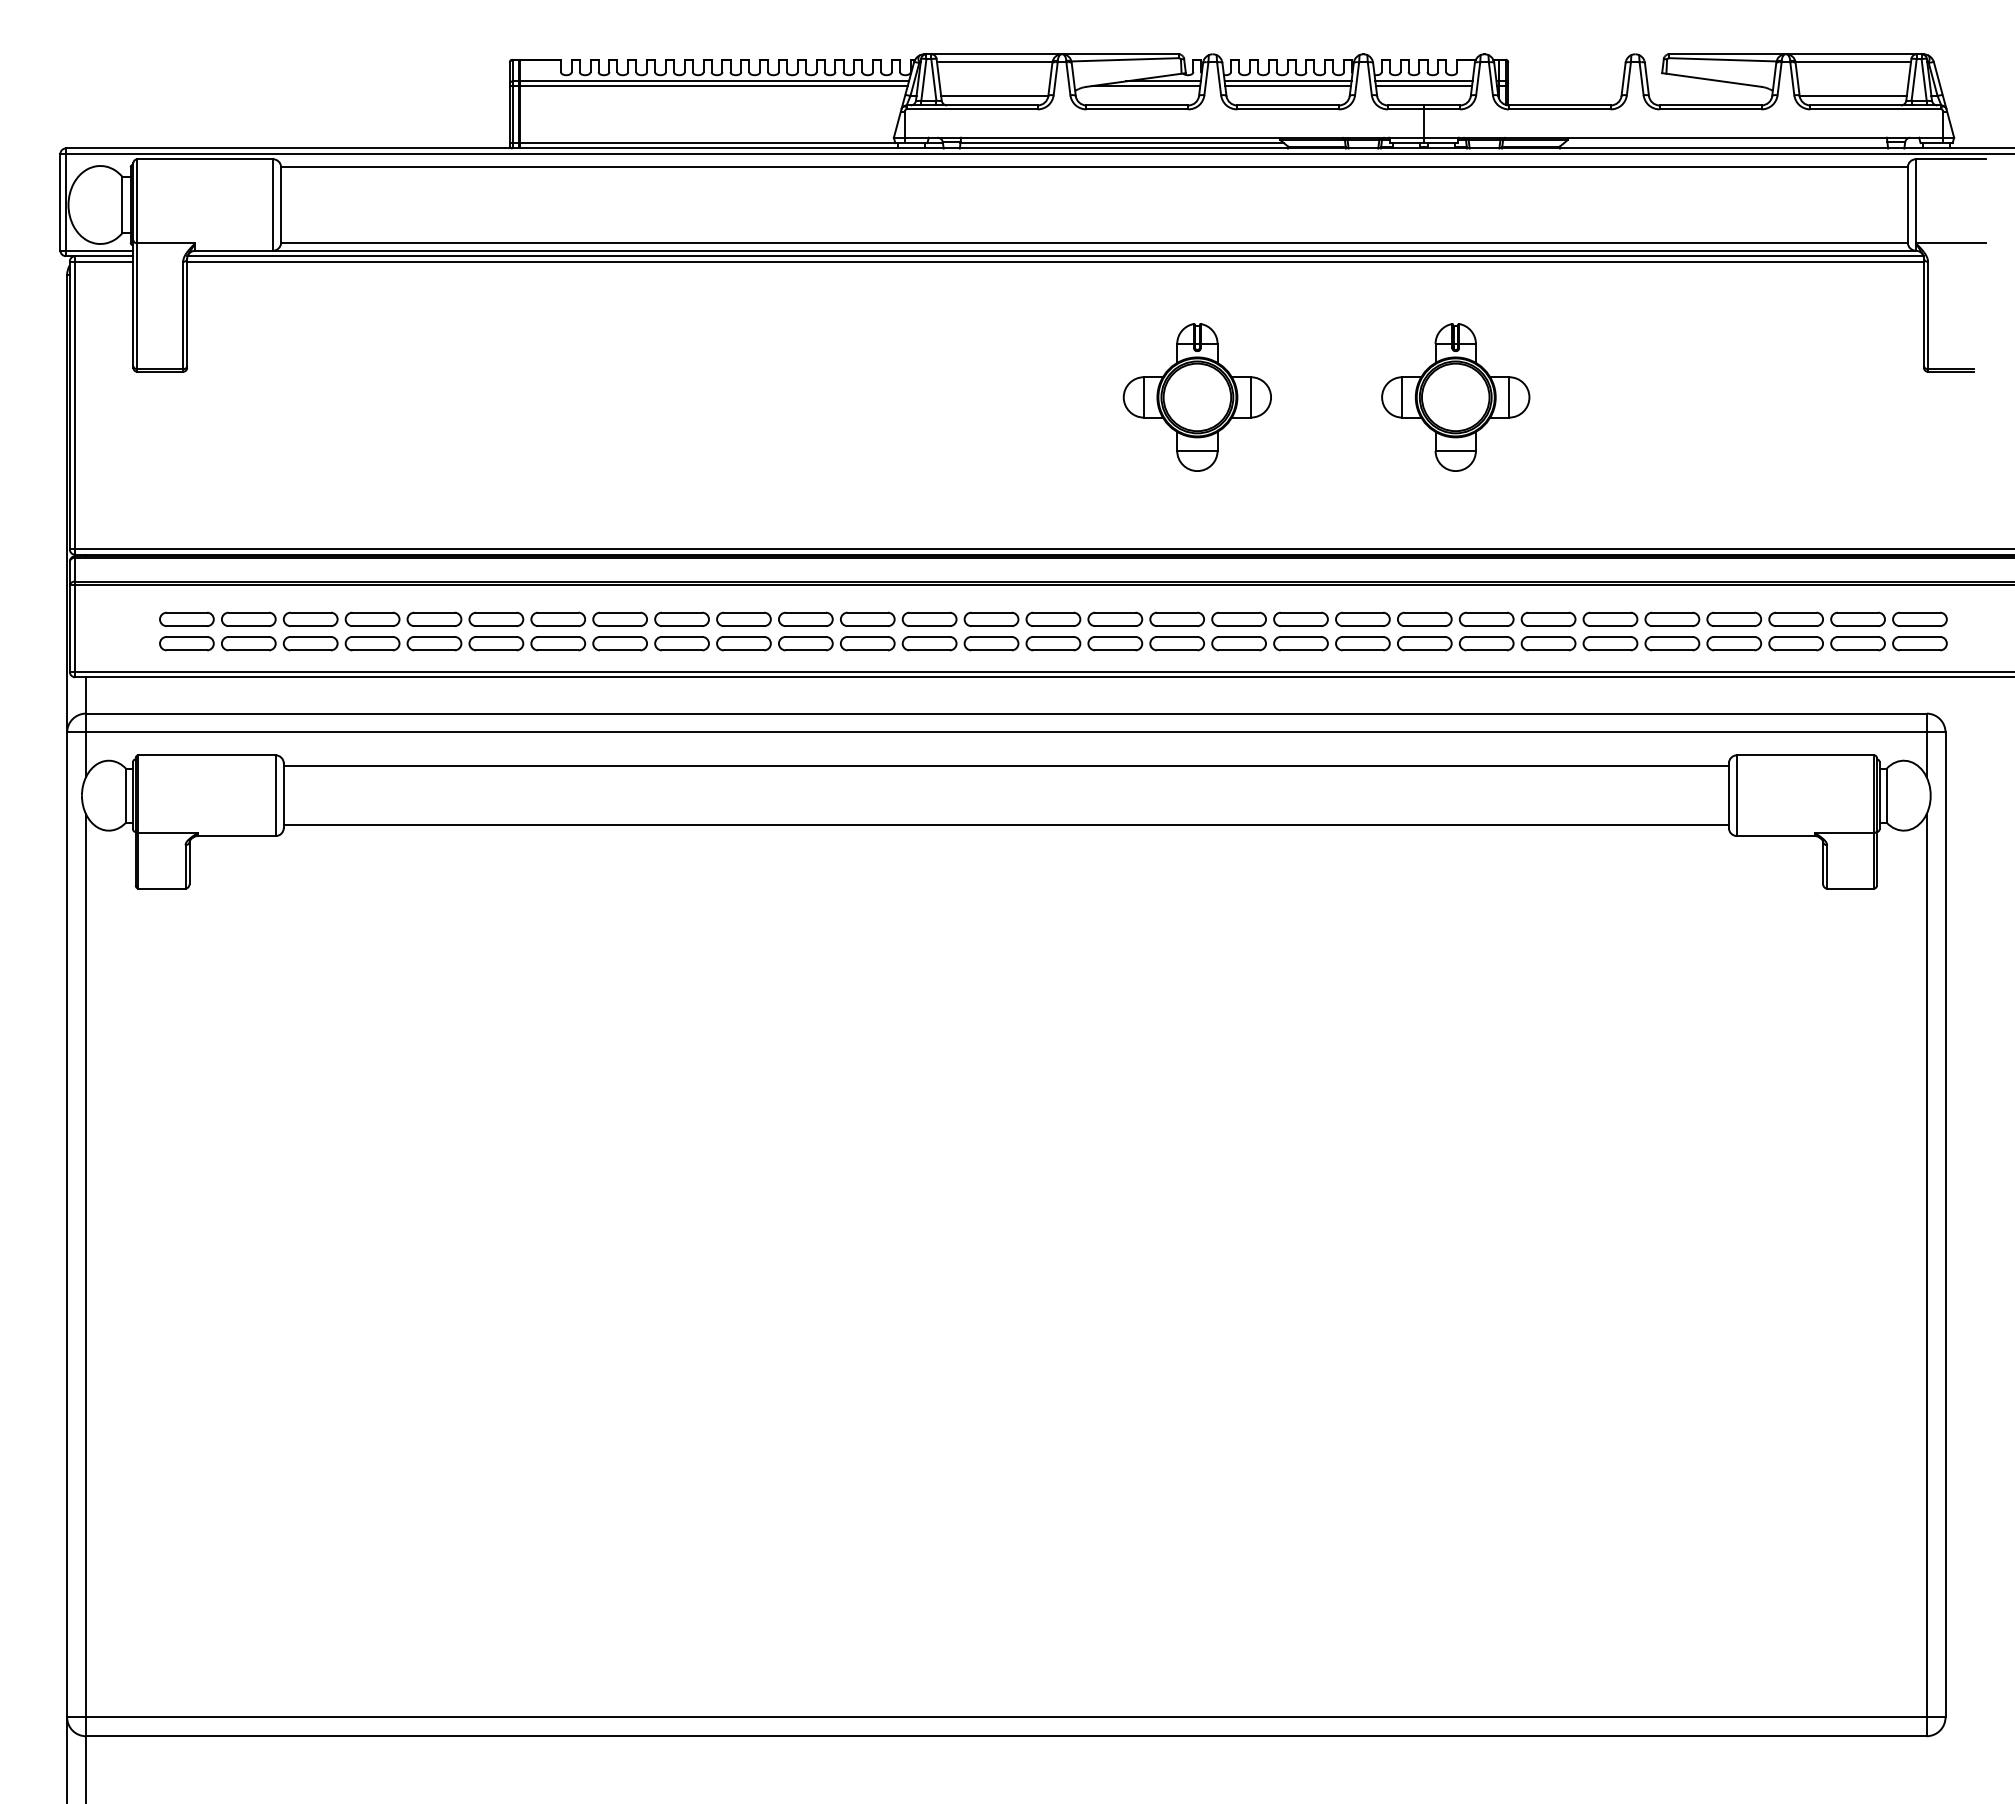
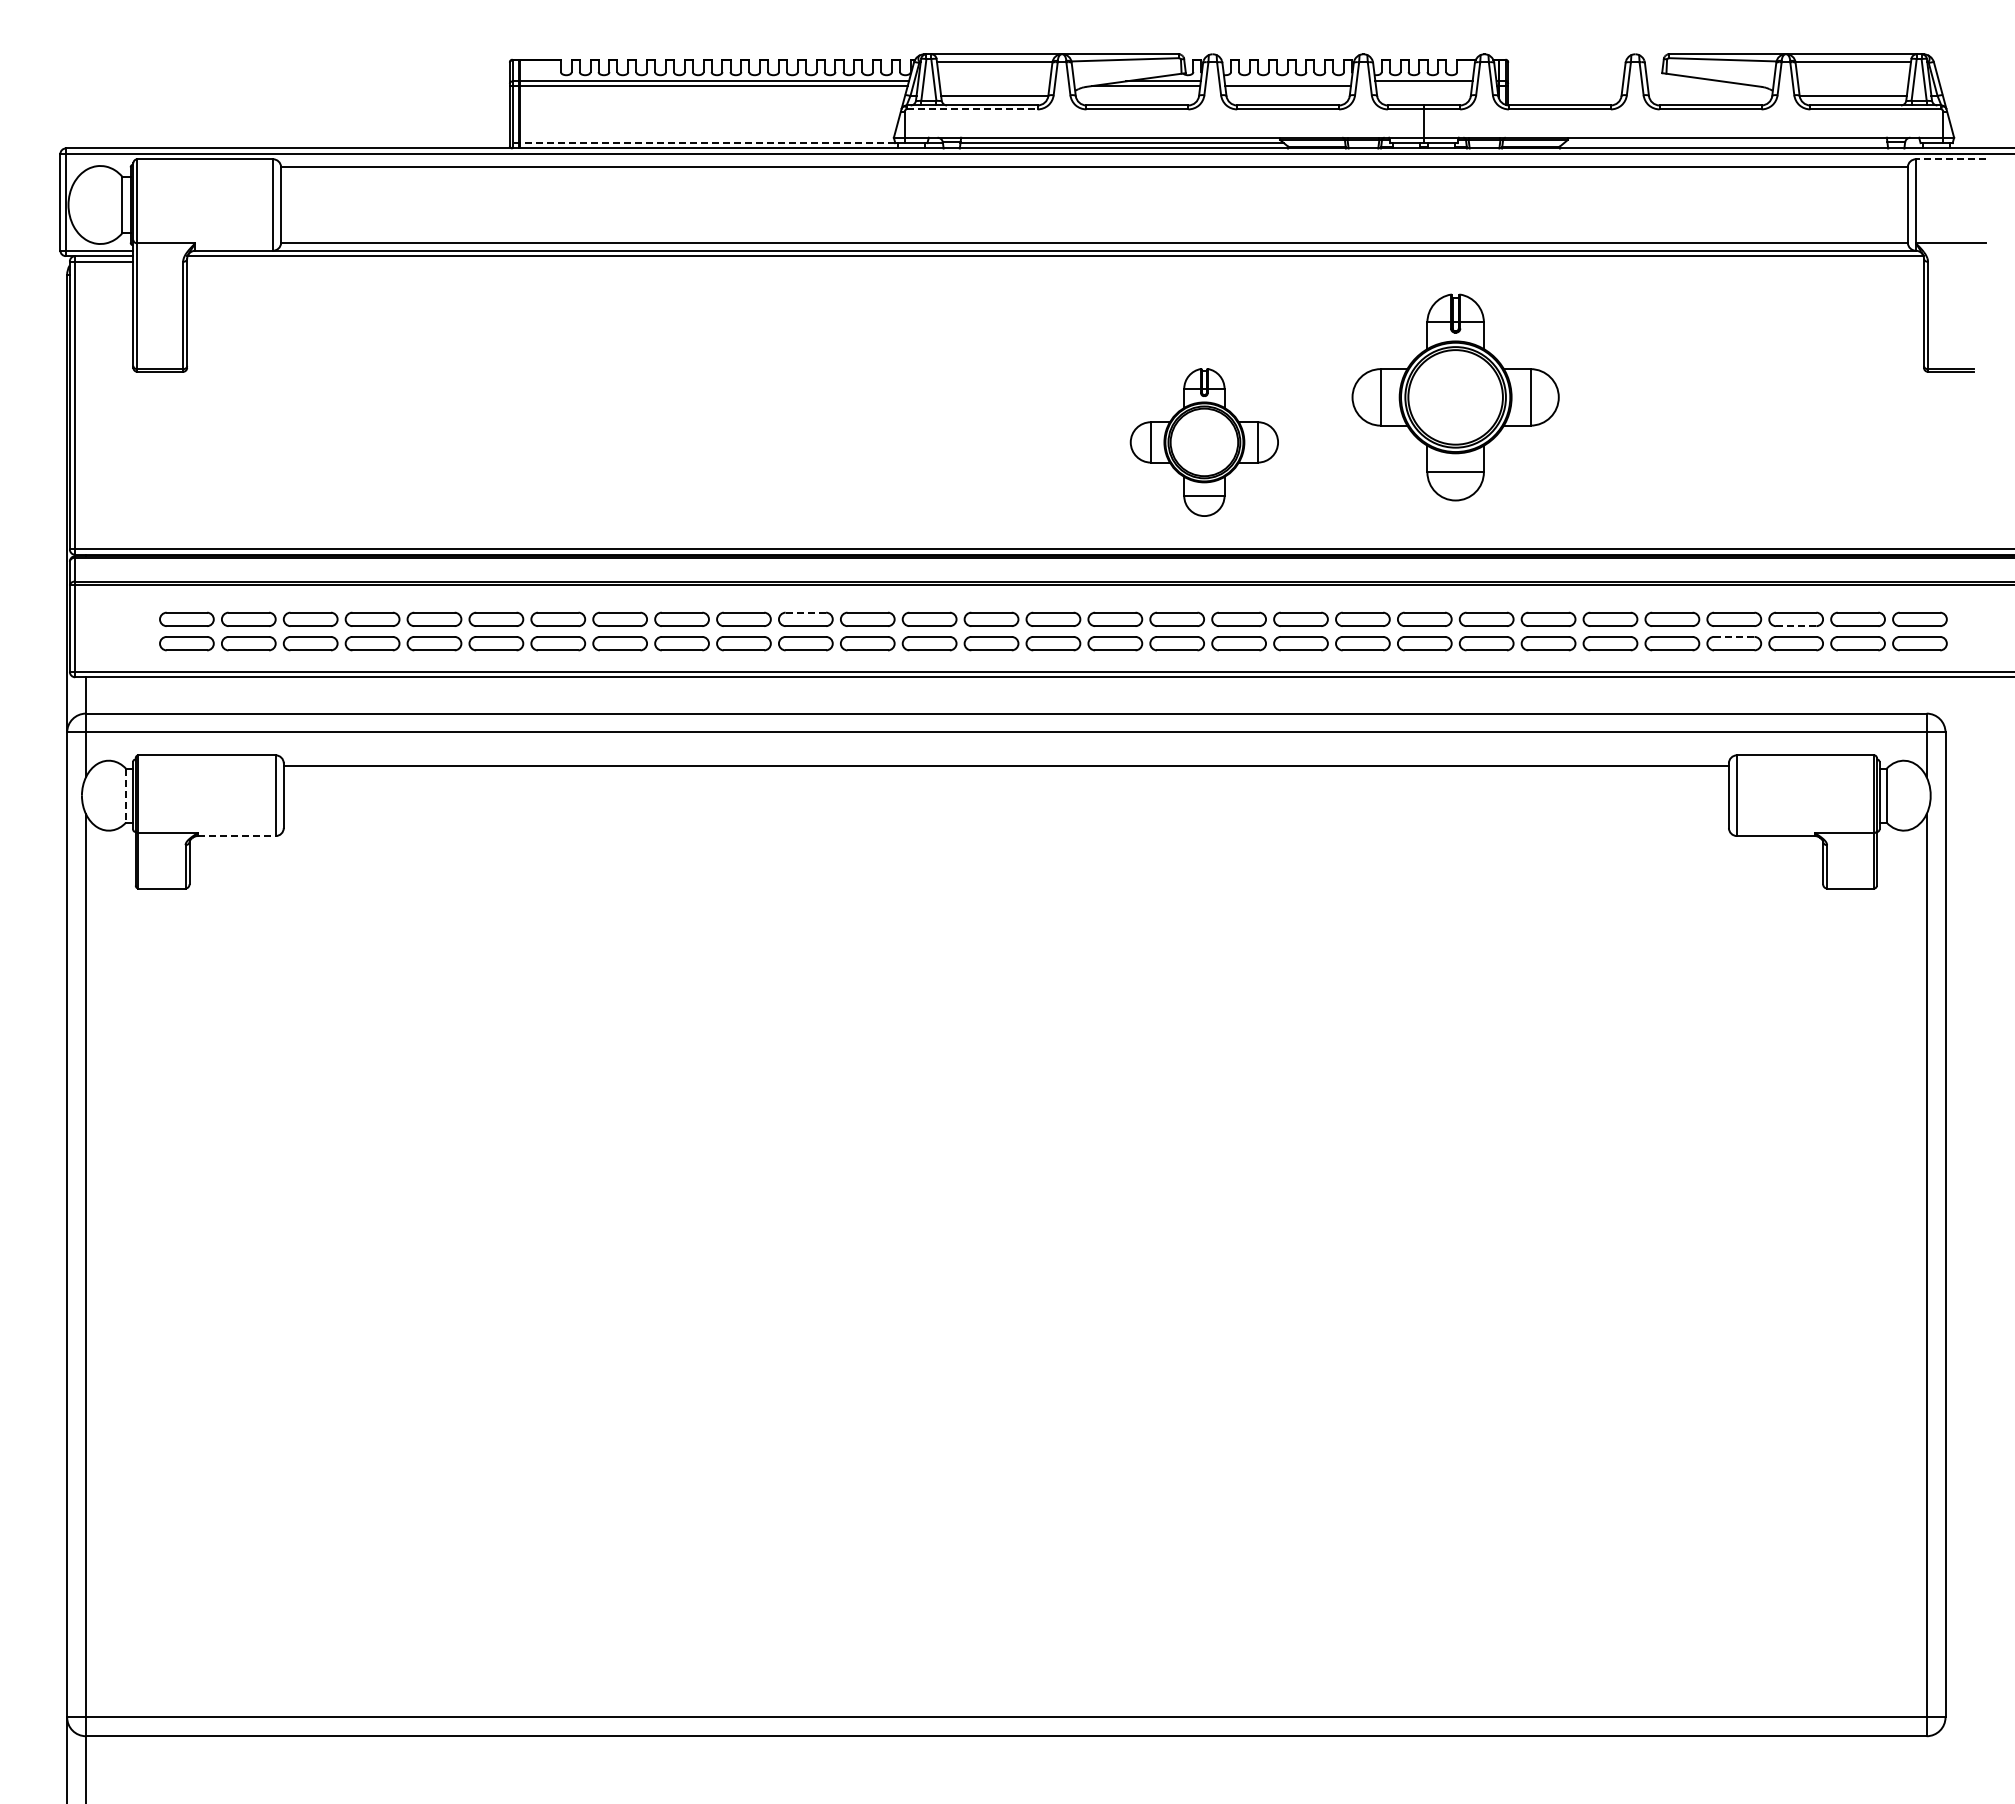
line at (1287, 81): present -> none
line at (1423, 86): present -> none
line at (972, 109): solid -> dashed
line at (702, 143): solid -> dashed
line at (1950, 159): solid -> dashed
line at (1055, 261): present -> none
part at (1196, 397) position: (1196, 397) -> (1203, 442)
part at (1455, 397) size: 150x149 px -> 209x209 px
line at (805, 612): solid -> dashed
line at (1796, 626): solid -> dashed
line at (1733, 636): solid -> dashed
line at (126, 795): solid -> dashed
line at (1005, 825): present -> none
line at (237, 836): solid -> dashed
